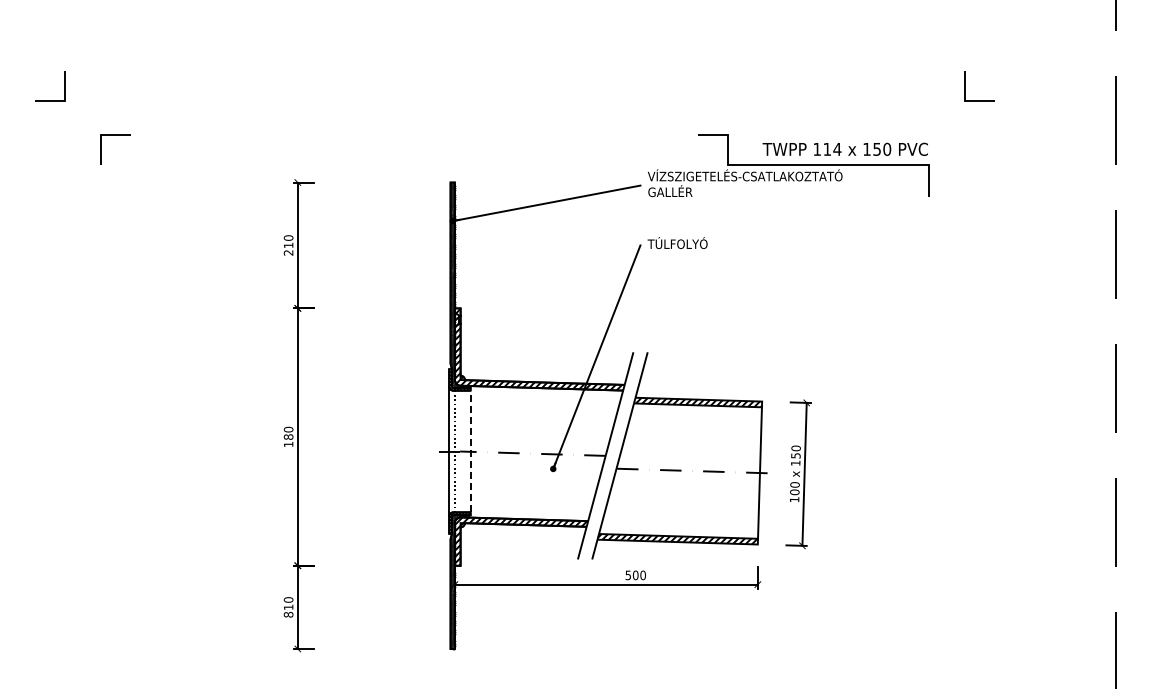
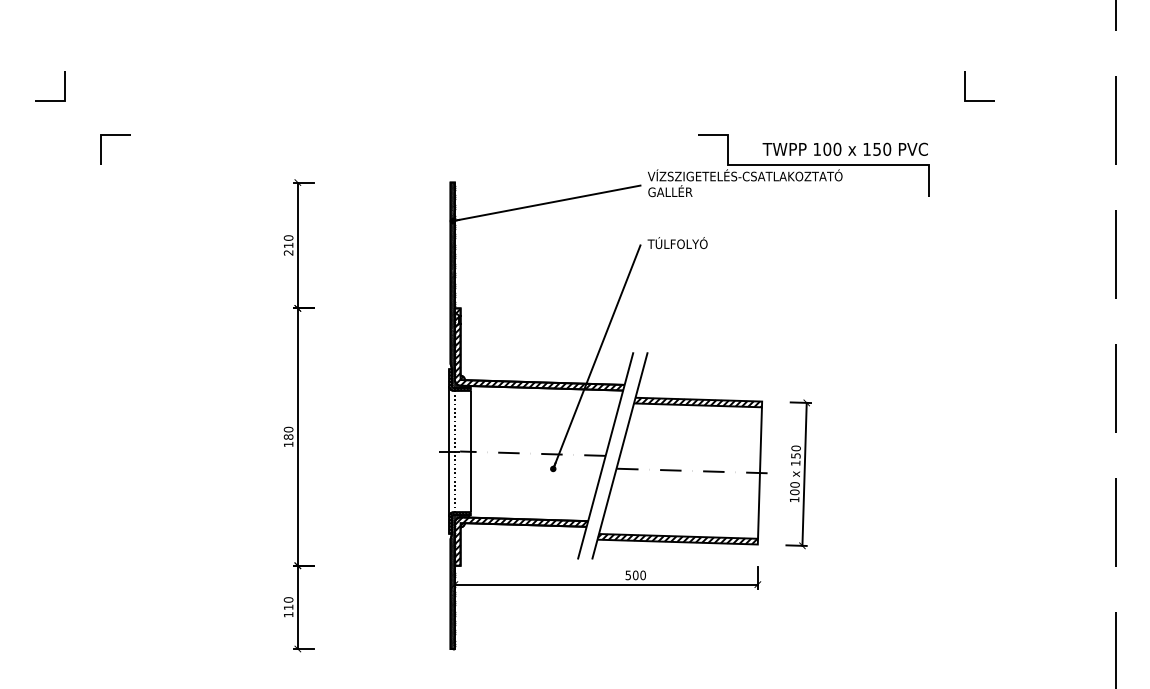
text at (832, 148): 114 -> 100
line at (470, 451): dashed -> solid
text at (288, 614): 810 -> 110
